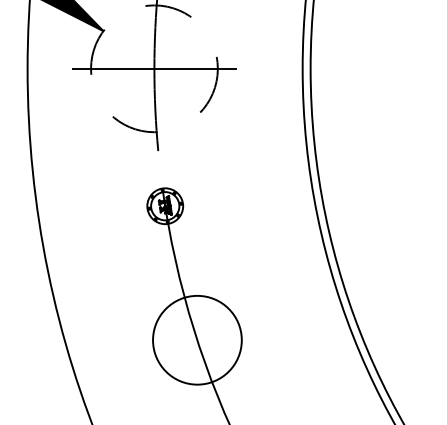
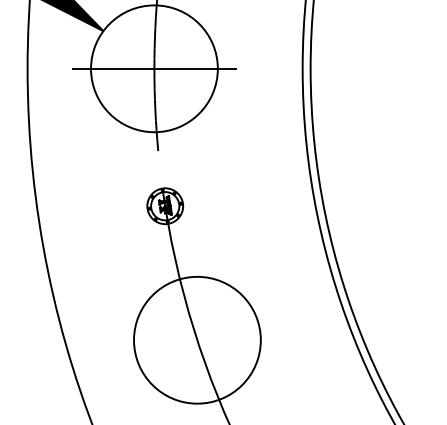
circle at (154, 68): dashed -> solid
circle at (197, 339) diameter: 89 px -> 127 px
